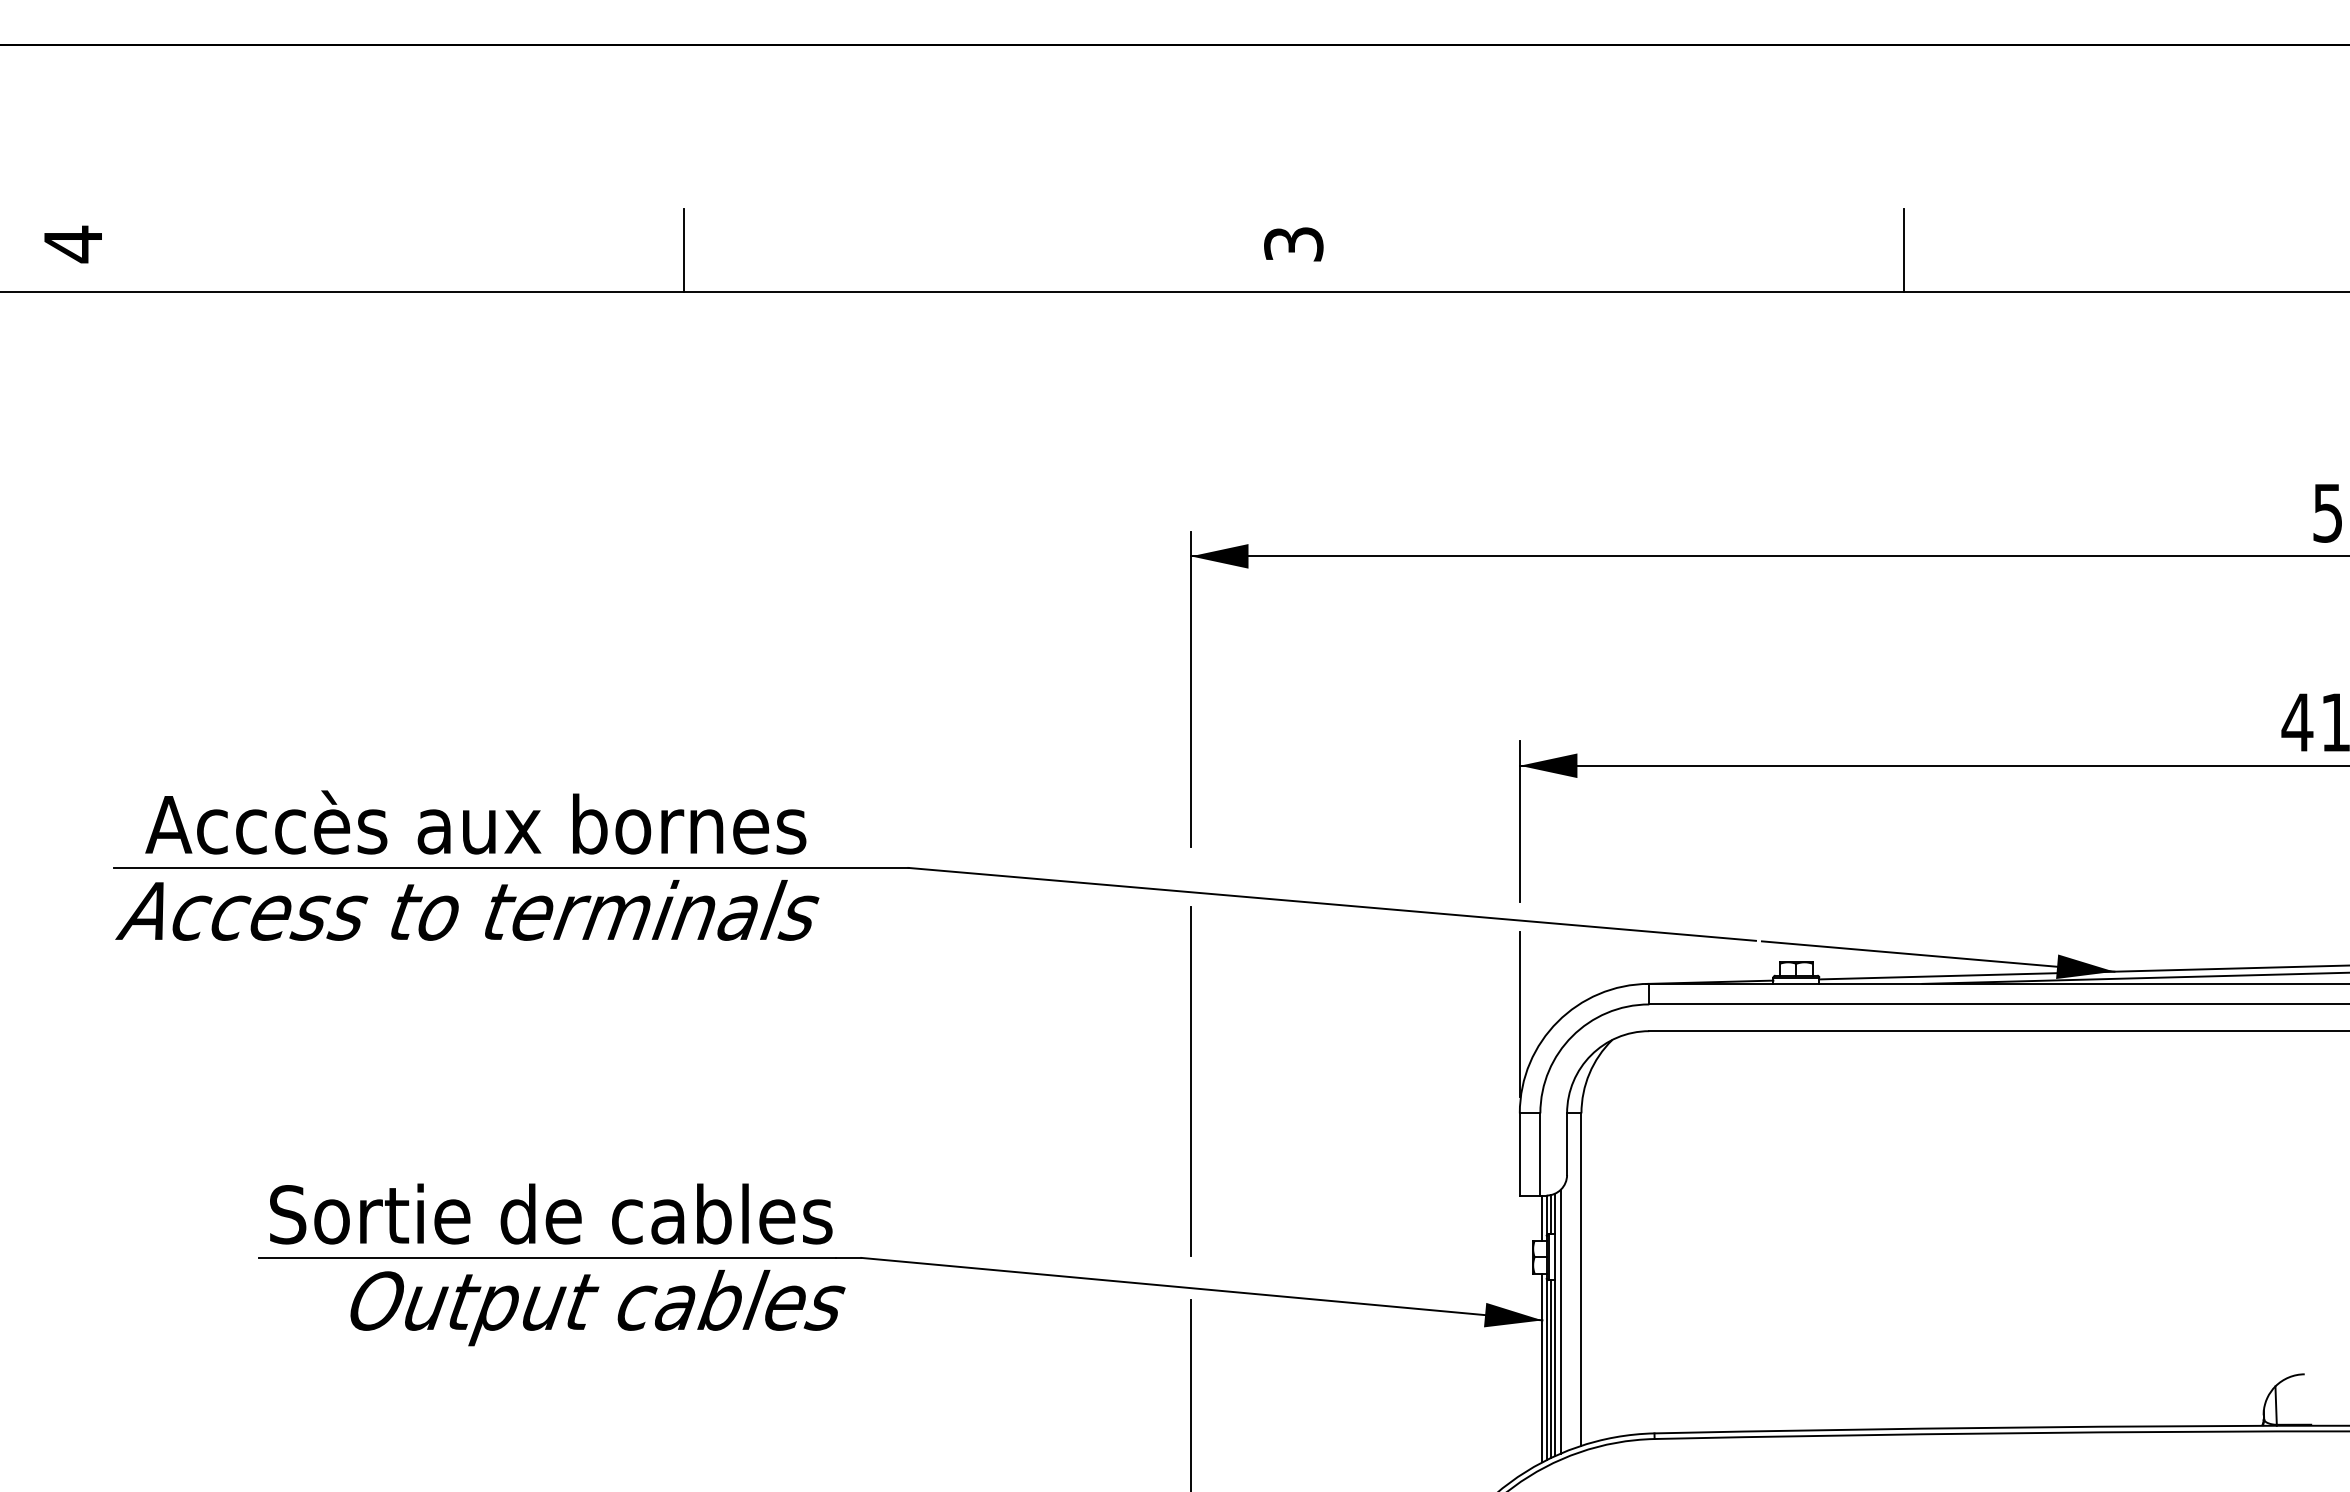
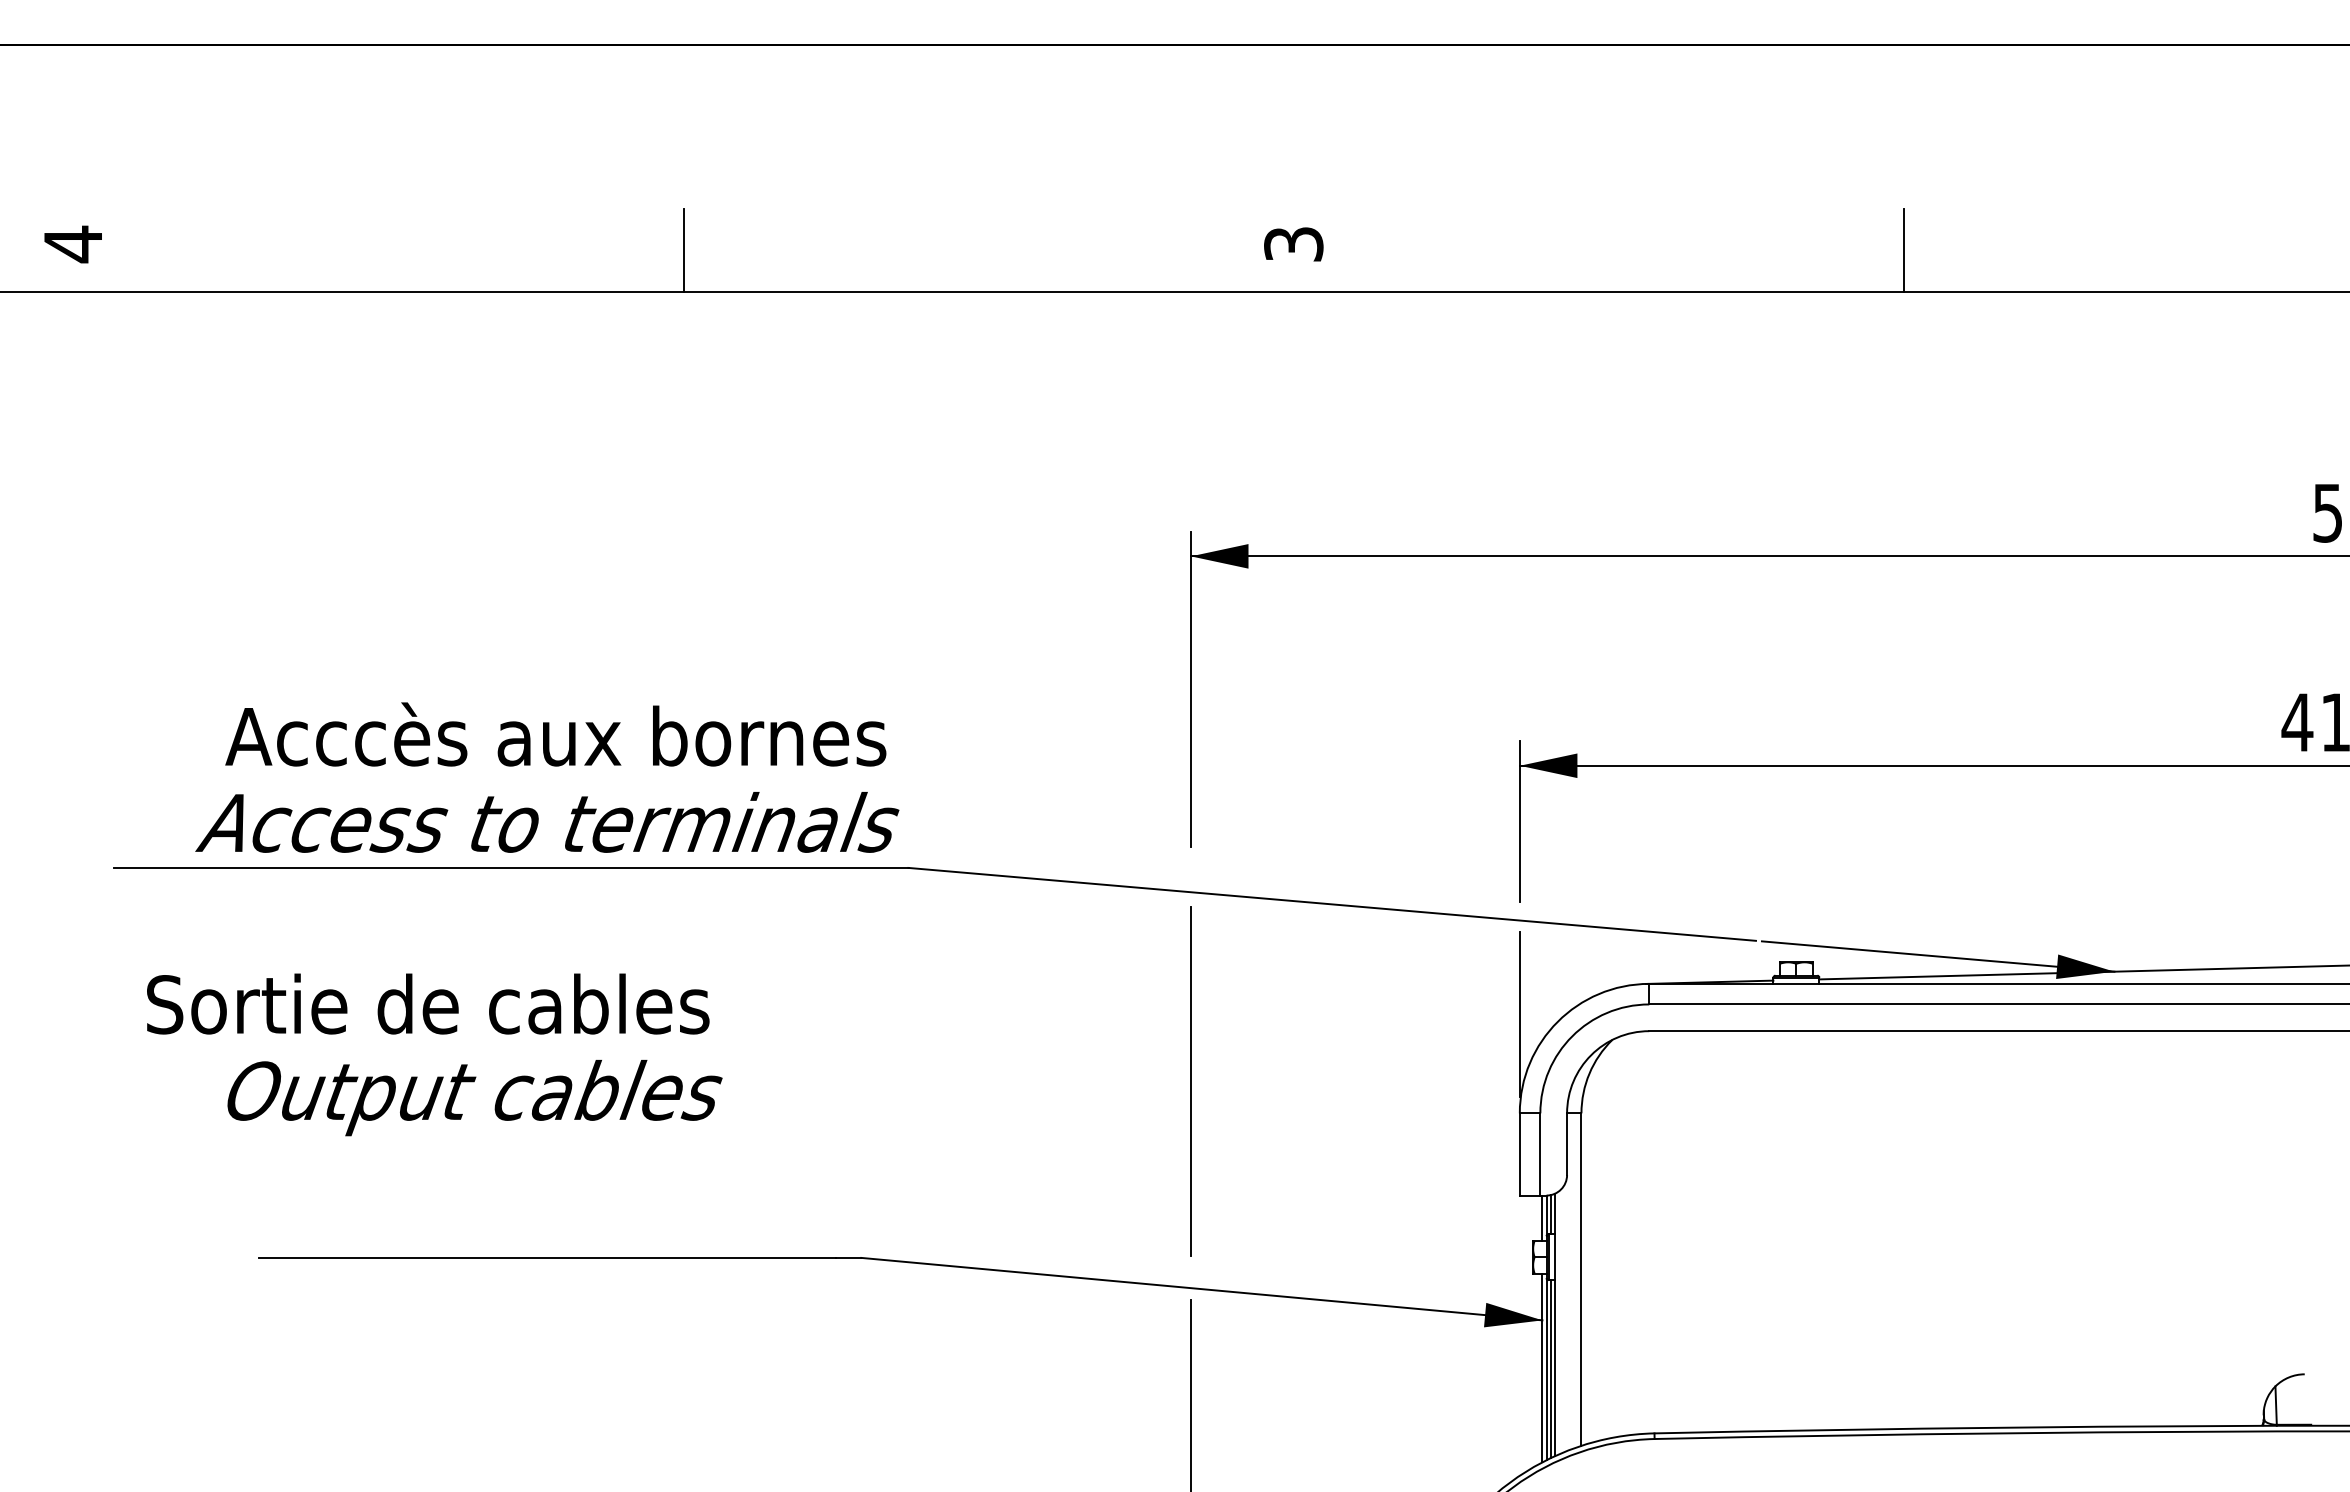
text at (467, 865) position: (467, 865) -> (547, 777)
line at (2134, 977): present -> none
text at (557, 1264) position: (557, 1264) -> (434, 1054)
line at (1560, 1321): present -> none
